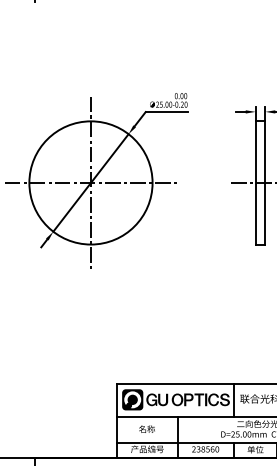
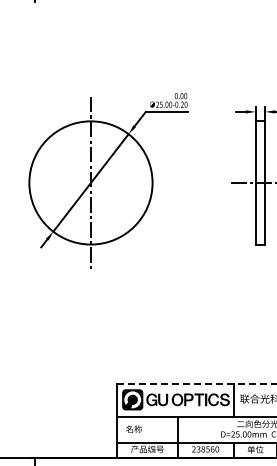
line at (90, 182): present -> none
line at (196, 383): solid -> dashed
text at (146, 428) position: (146, 428) -> (133, 428)
